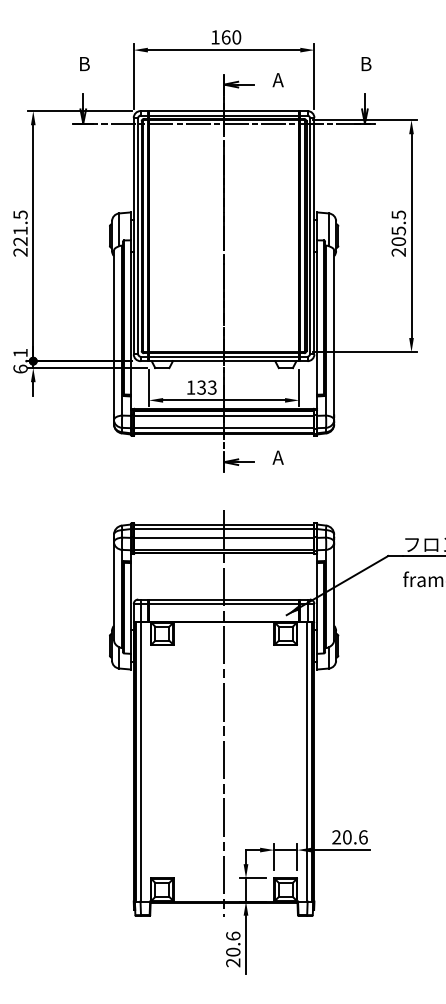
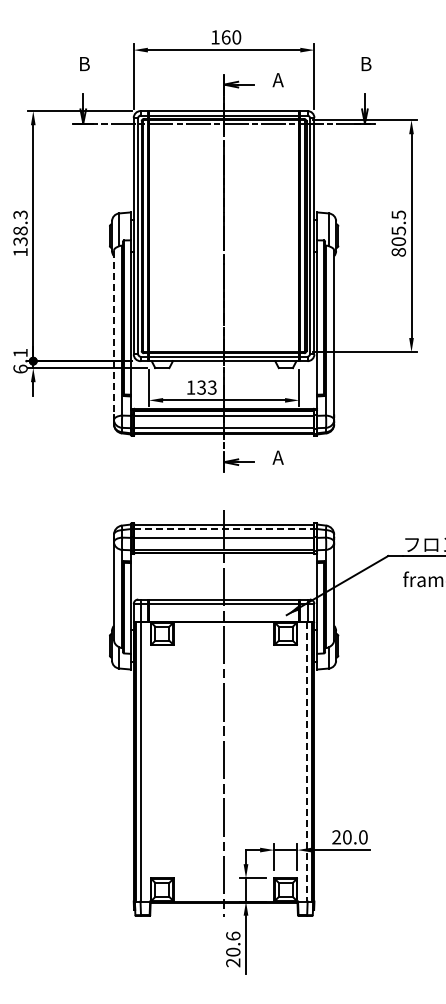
text at (20, 233): 221.5 -> 138.3
text at (398, 252): 205.5 -> 805.5
line at (114, 332): solid -> dashed
line at (224, 529): solid -> dashed
line at (307, 761): solid -> dashed
text at (363, 837): 20.6 -> 20.0
